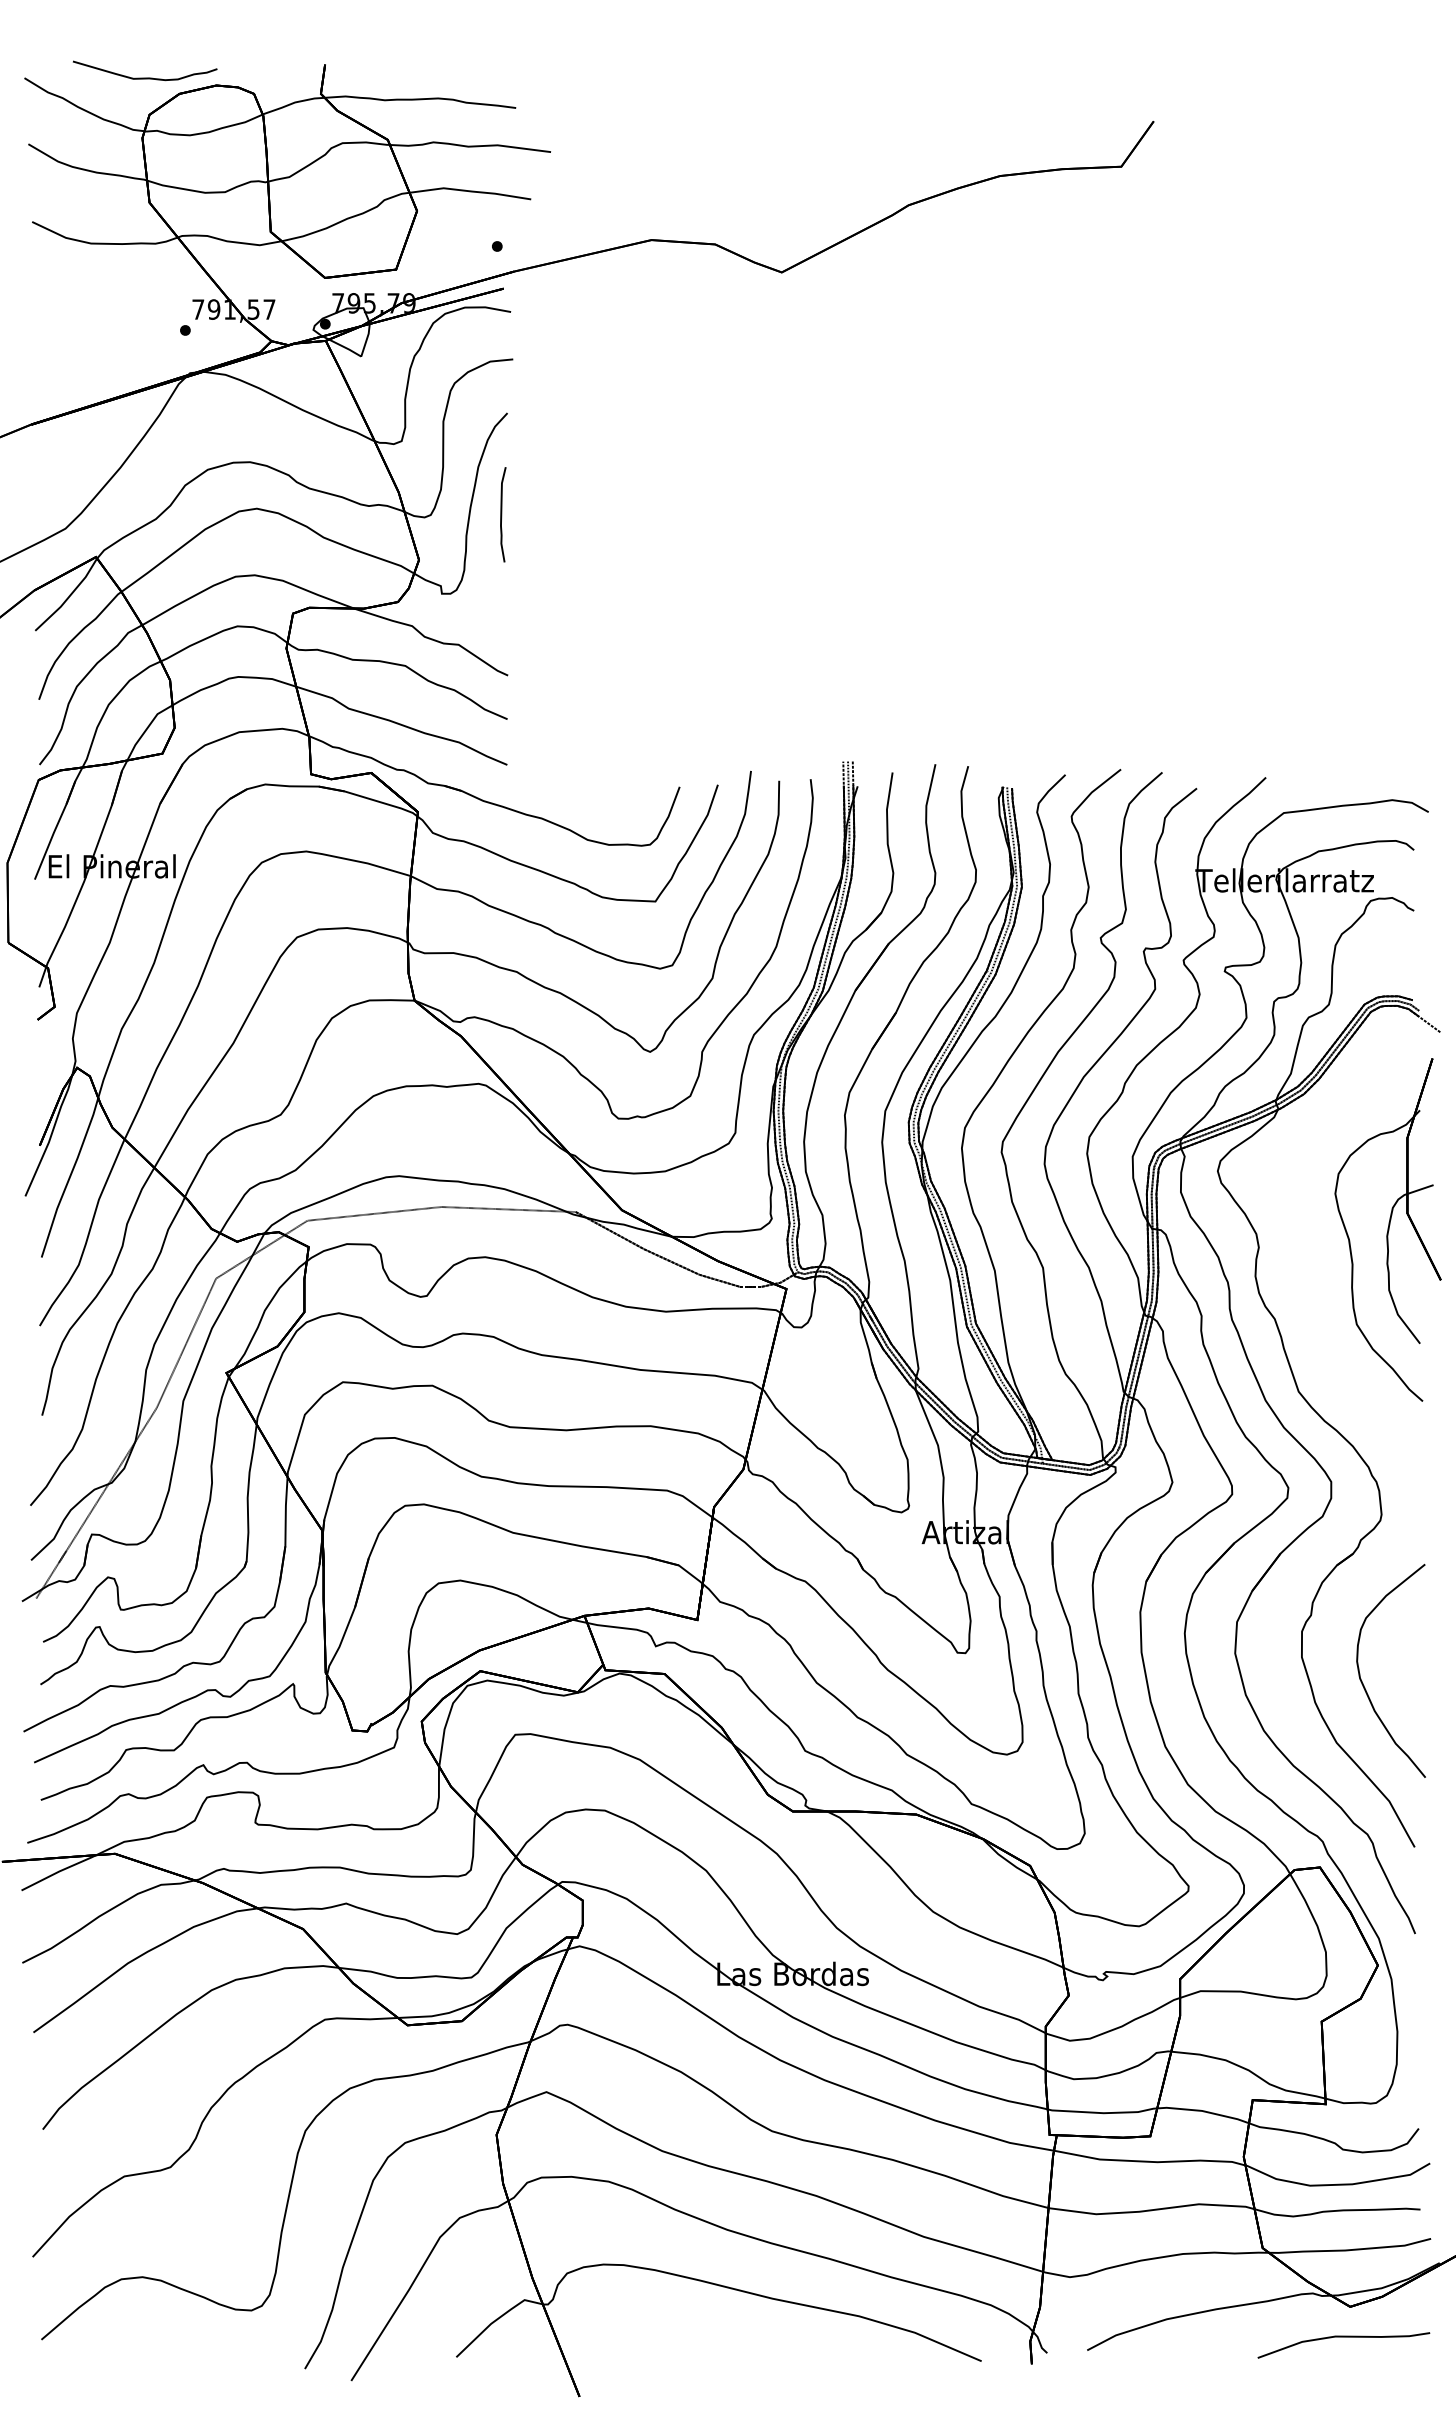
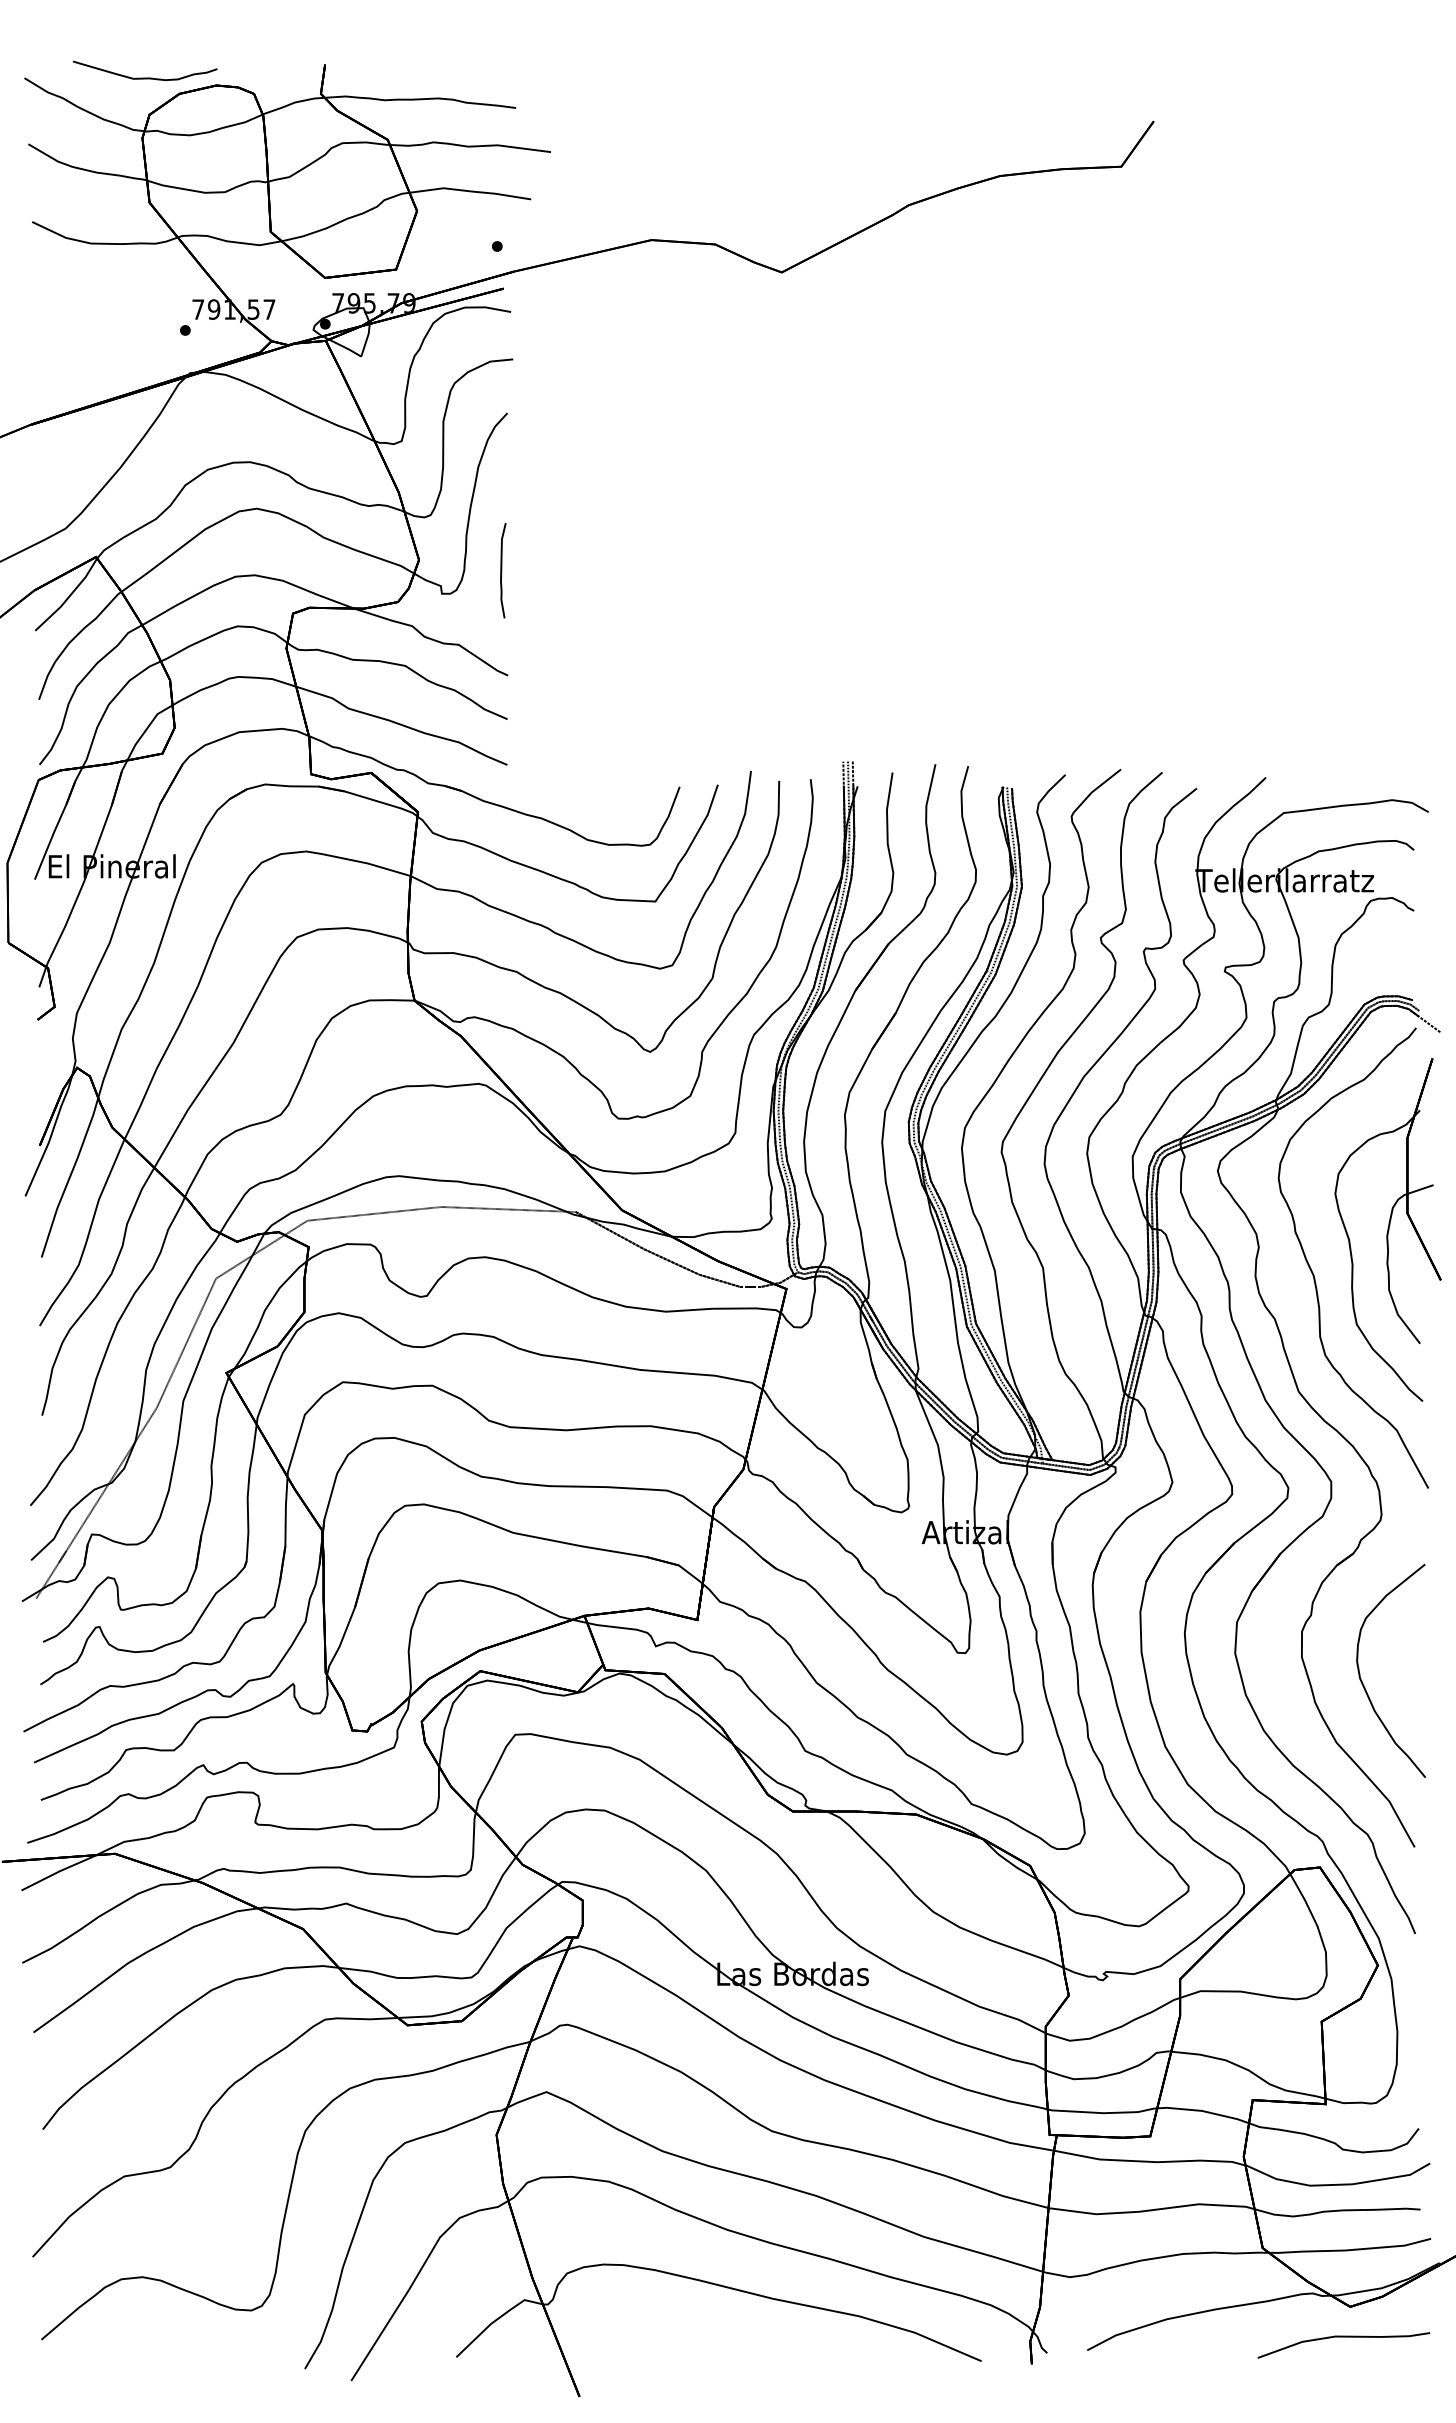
curve at (502, 514) position: (502, 514) -> (502, 570)
part at (1314, 1274): none -> present
